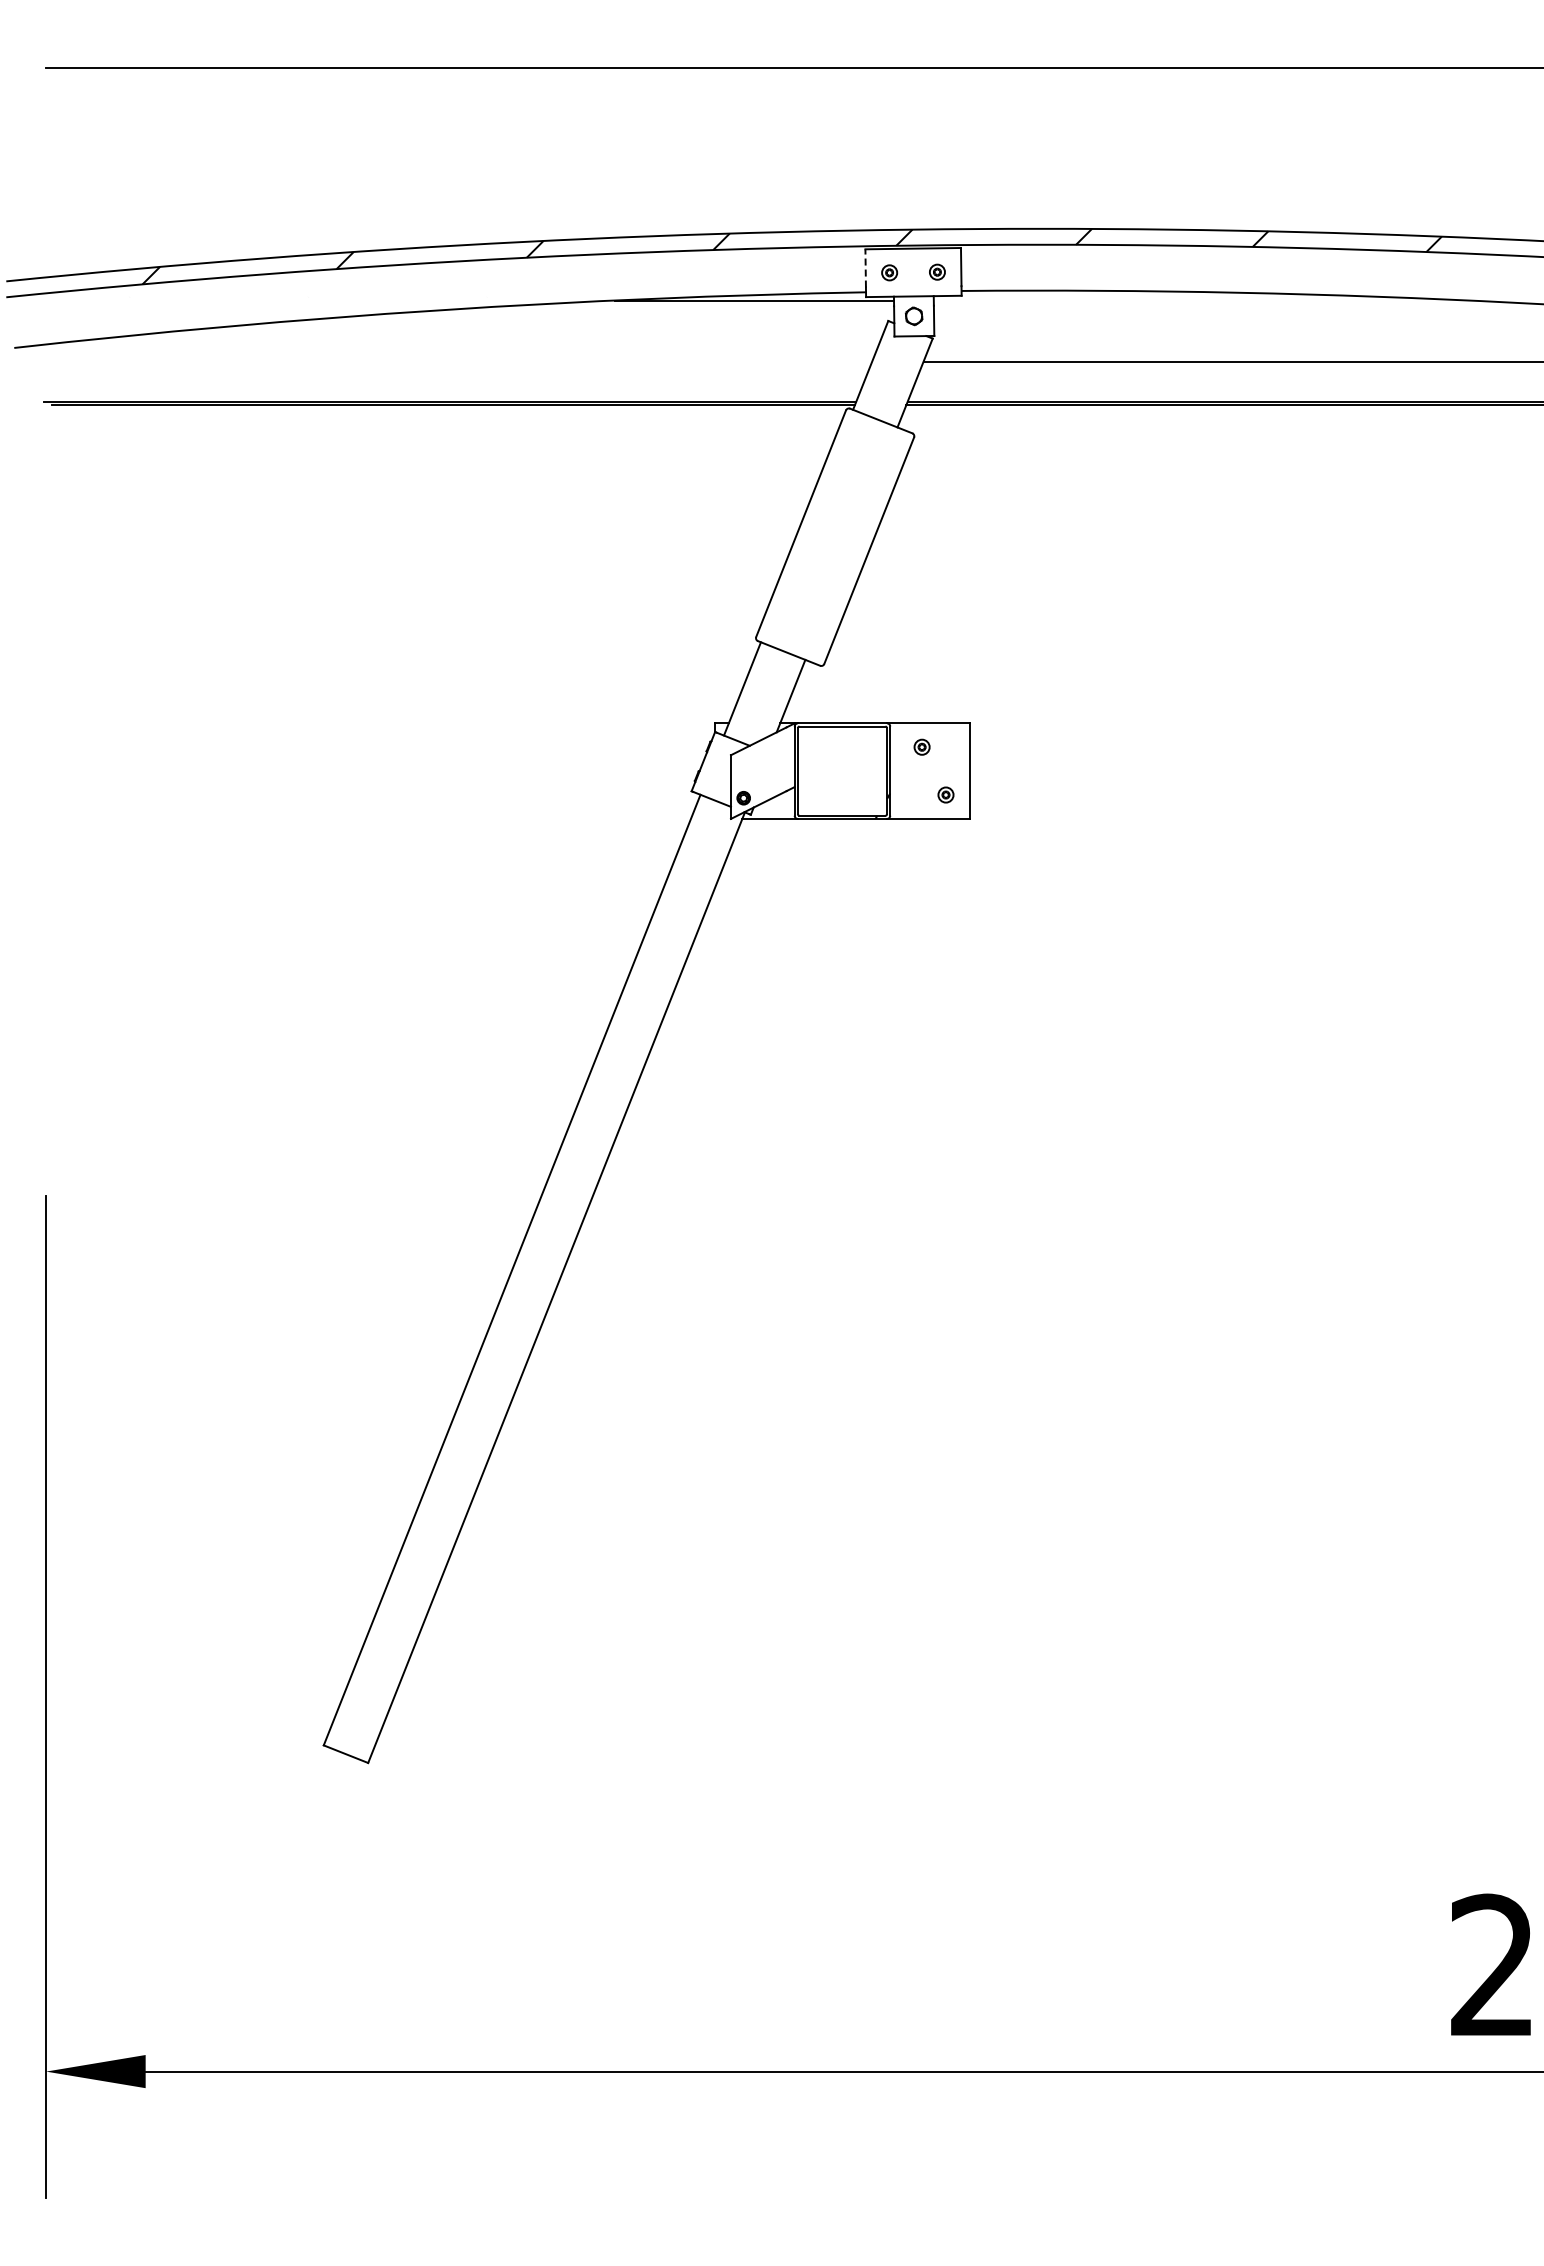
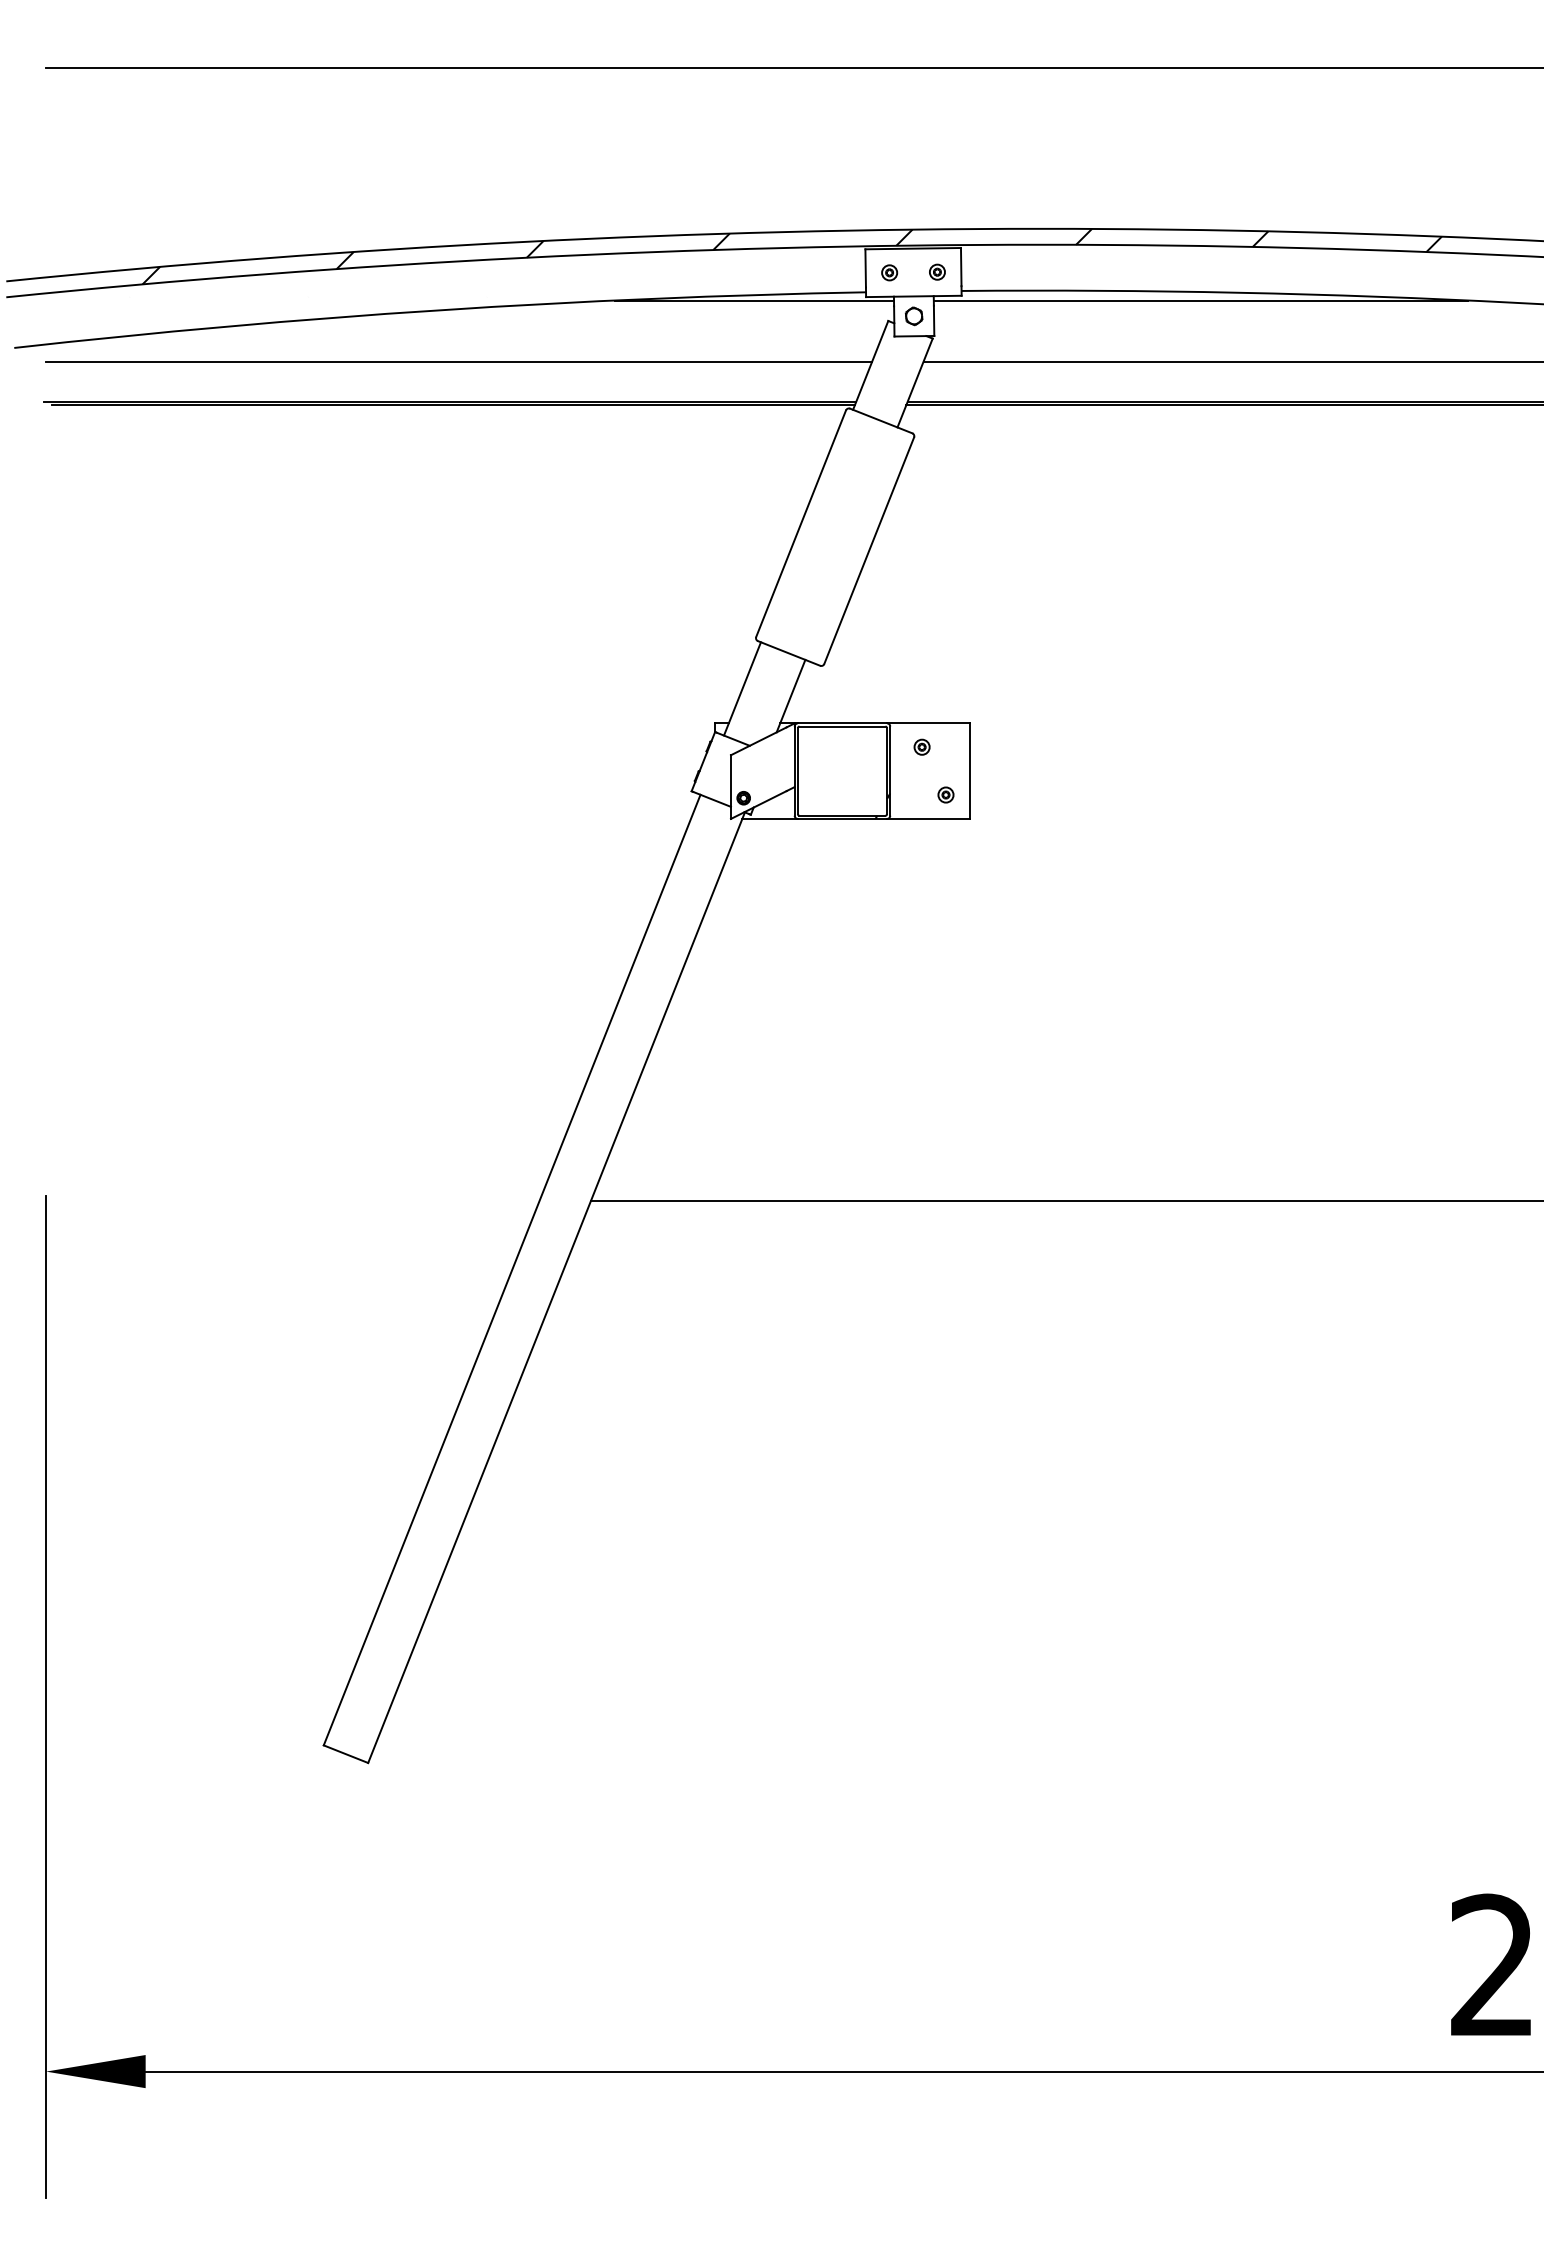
line at (865, 267): dashed -> solid
line at (1200, 300): none -> present
line at (459, 361): none -> present
line at (1065, 1201): none -> present
